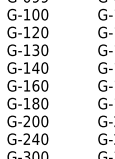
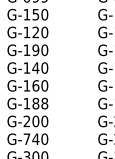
text at (35, 14): G-100 -> G-150
text at (35, 49): G-130 -> G-190
text at (44, 103): G-180 -> G-188
text at (26, 138): G-240 -> G-740
